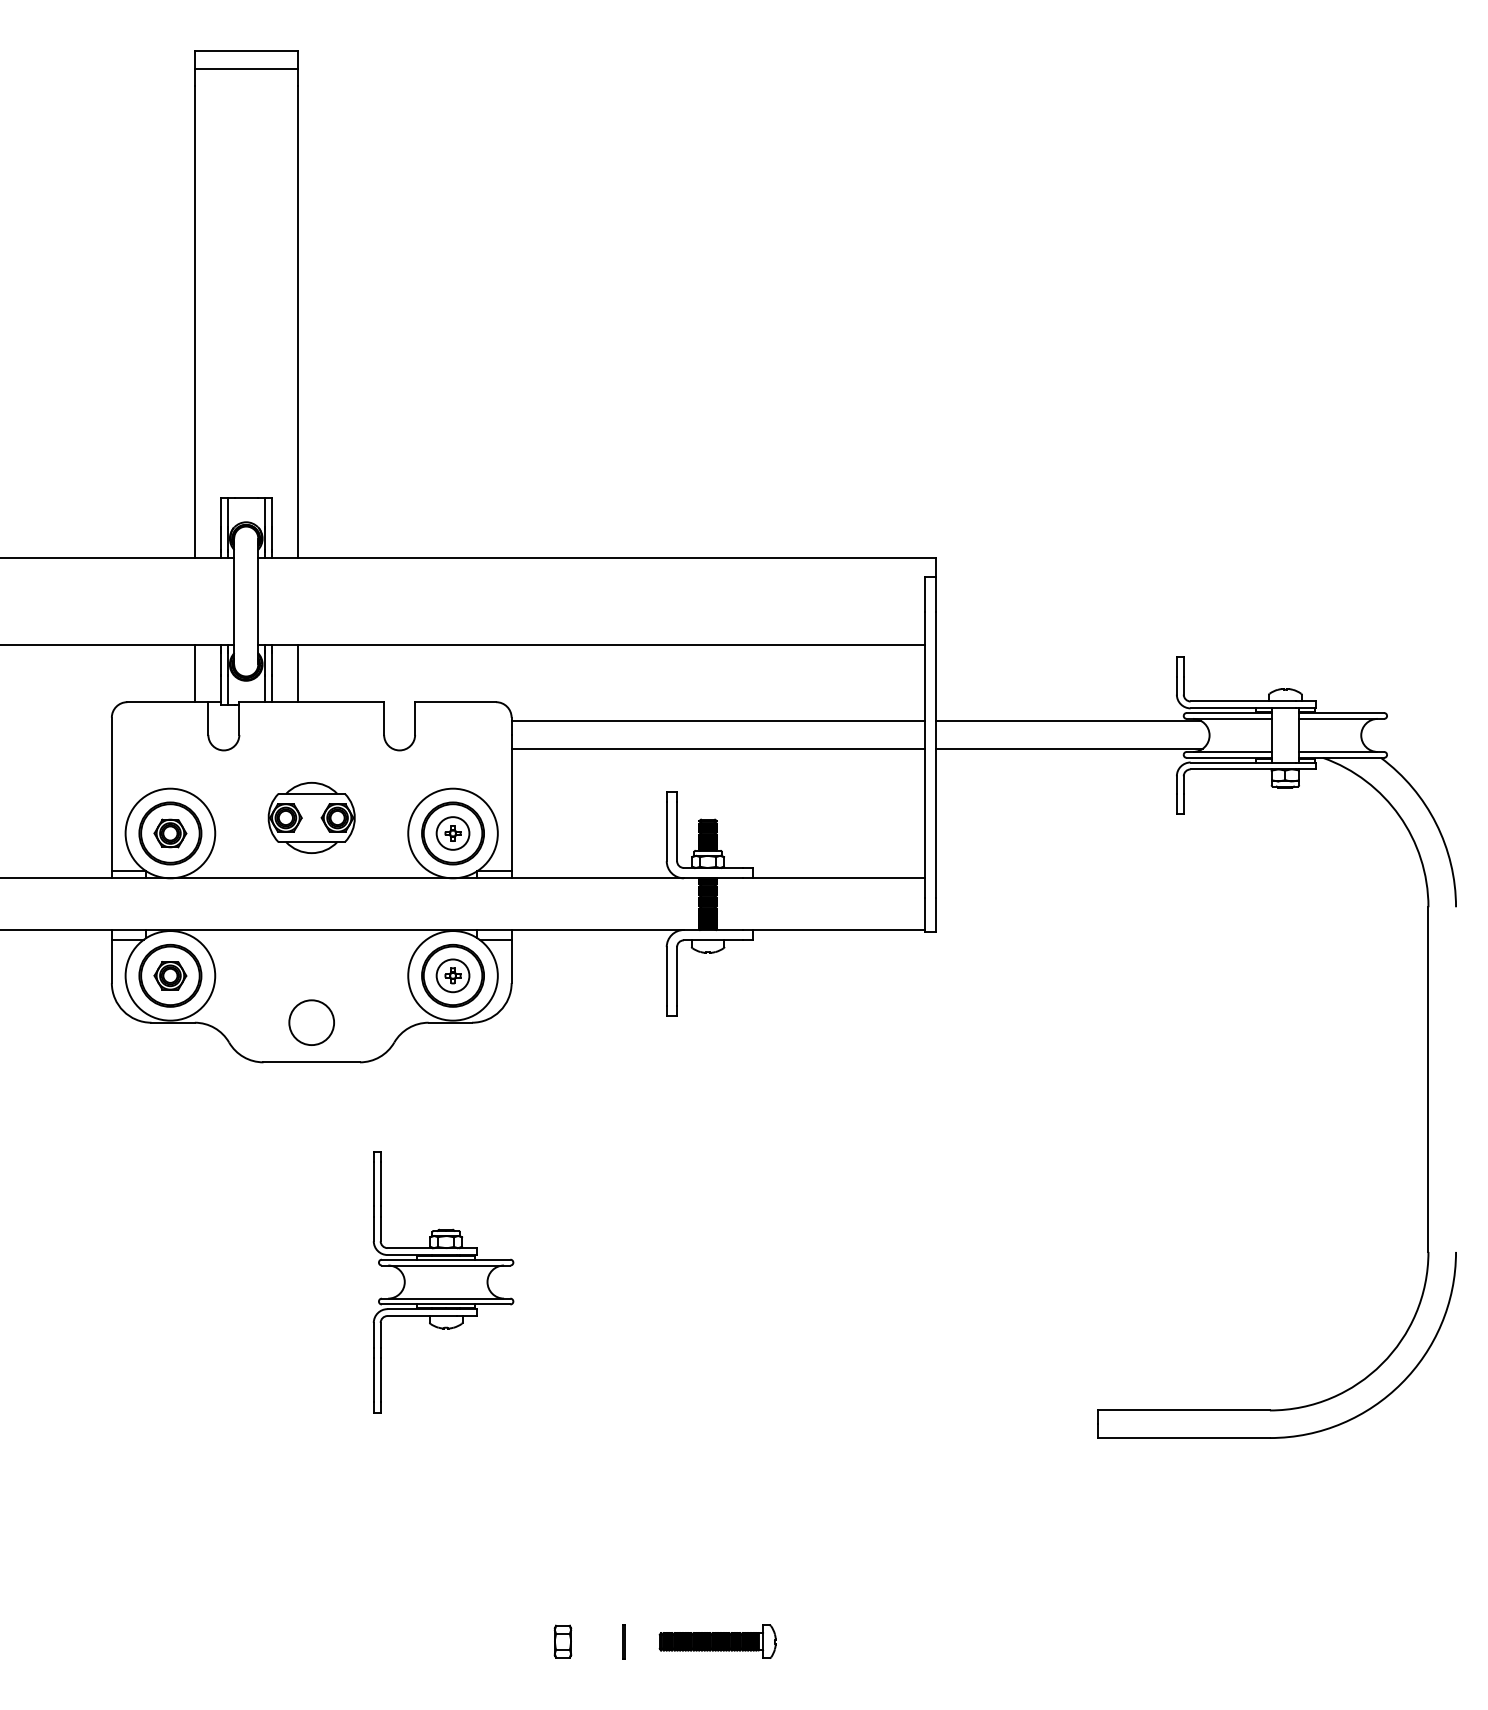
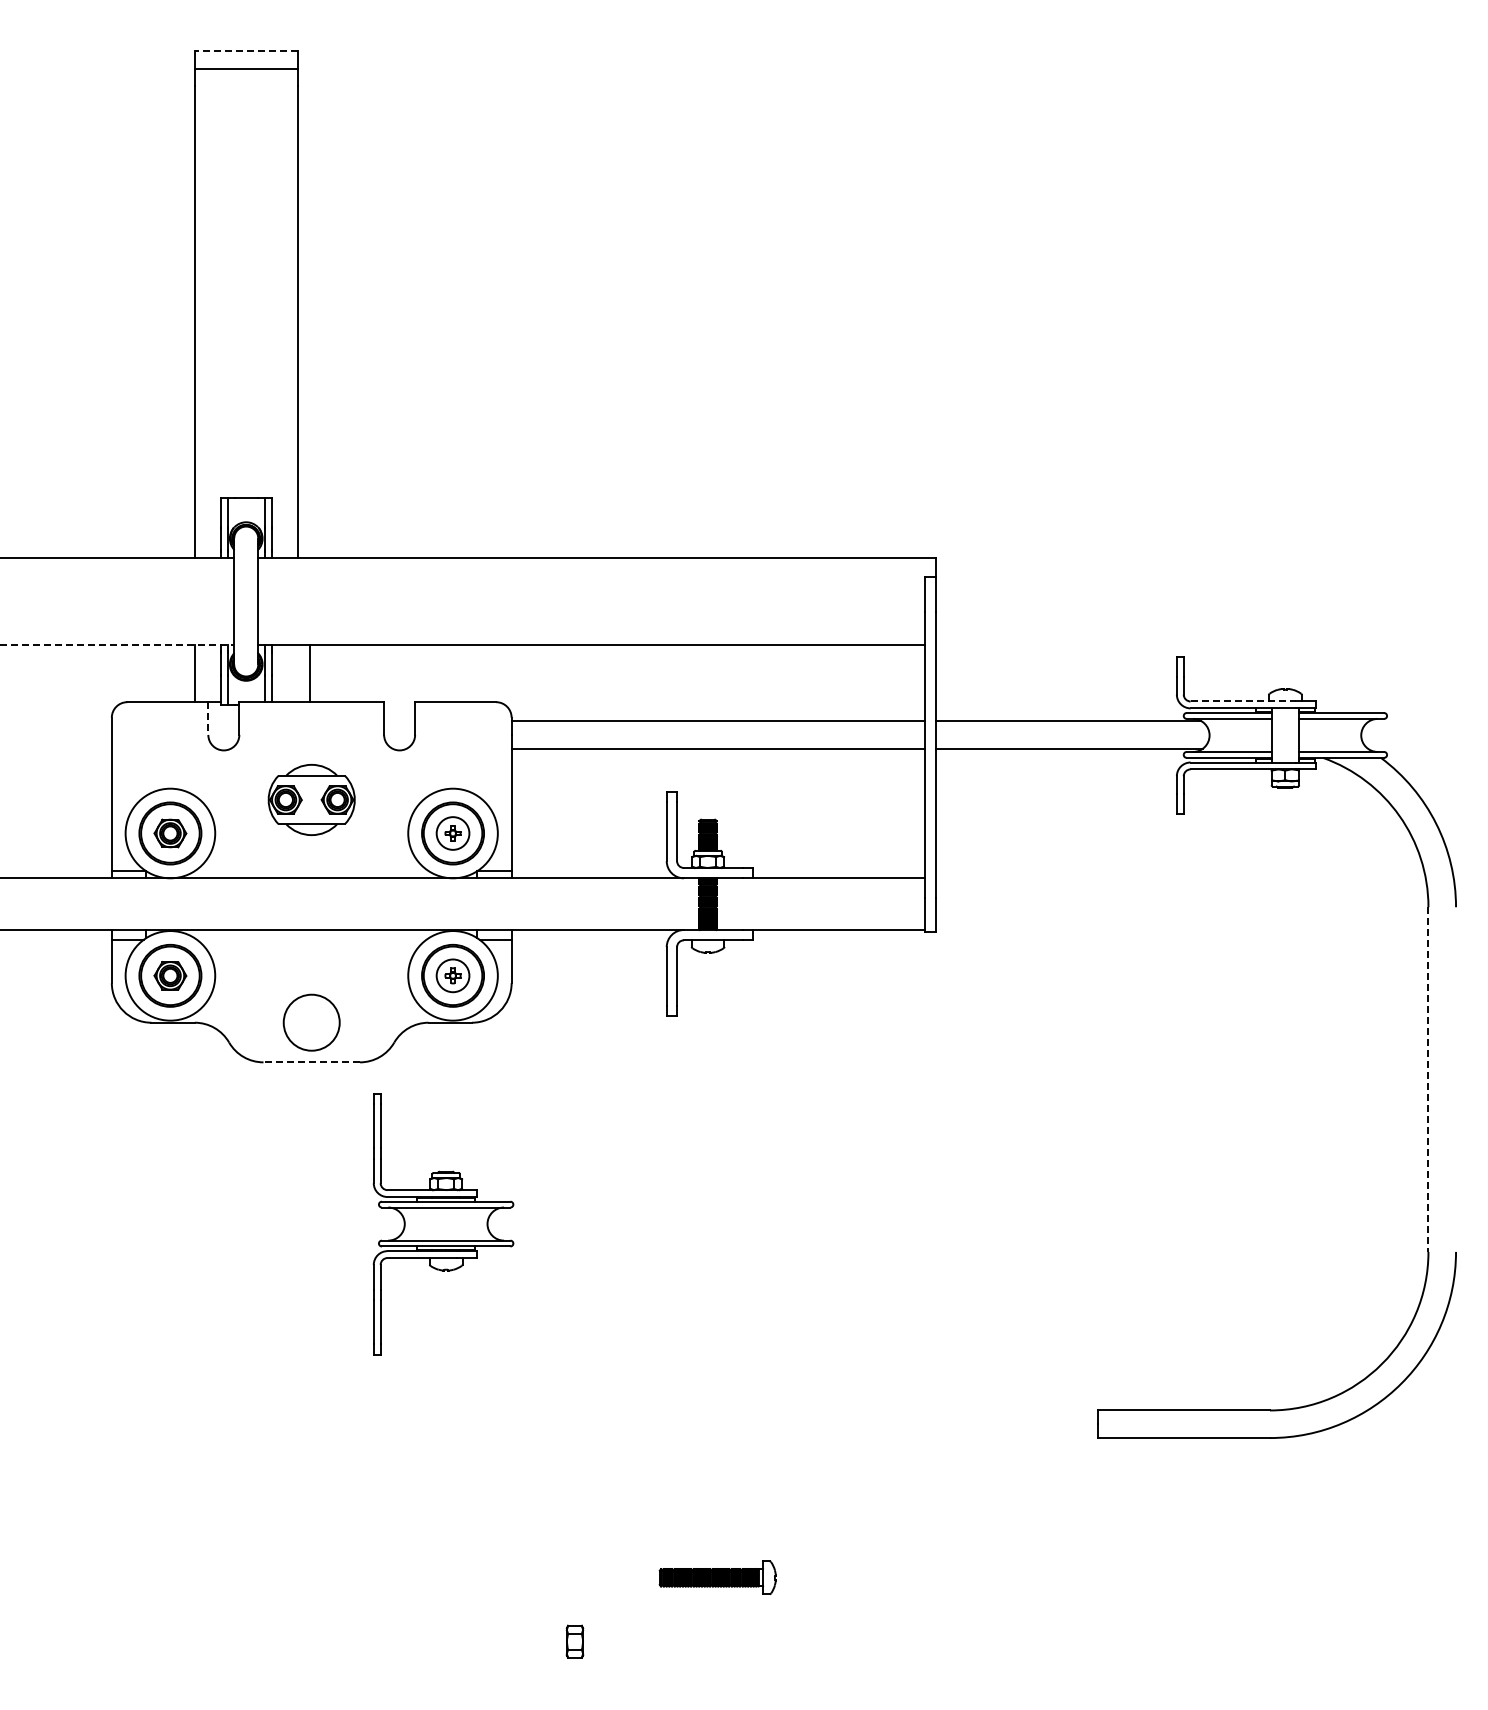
line at (246, 51): solid -> dashed
line at (117, 645): solid -> dashed
line at (297, 673) position: (297, 673) -> (309, 673)
line at (1243, 701): solid -> dashed
line at (208, 719): solid -> dashed
part at (311, 817) position: (311, 817) -> (311, 799)
circle at (311, 1022) diameter: 45 px -> 56 px
line at (311, 1062): solid -> dashed
line at (1428, 1080): solid -> dashed
part at (443, 1282) position: (443, 1282) -> (443, 1224)
part at (562, 1641) position: (562, 1641) -> (574, 1641)
line at (623, 1641): present -> none
part at (717, 1641) position: (717, 1641) -> (717, 1577)
